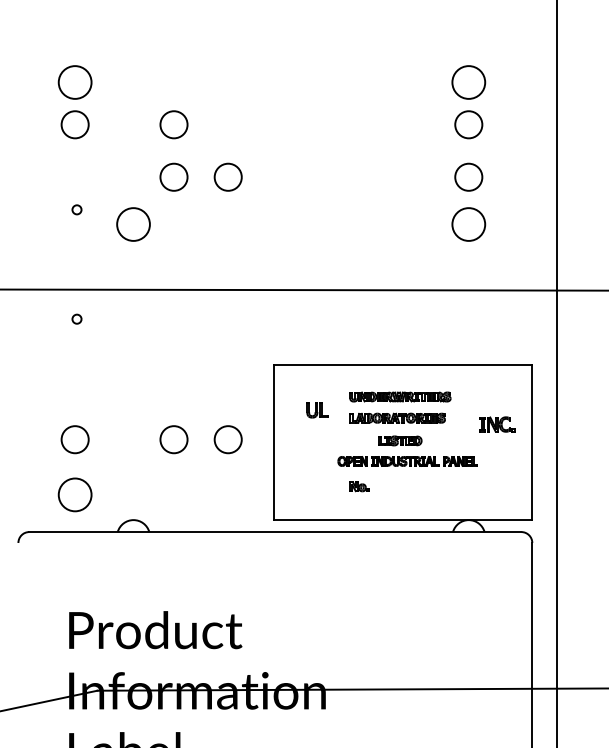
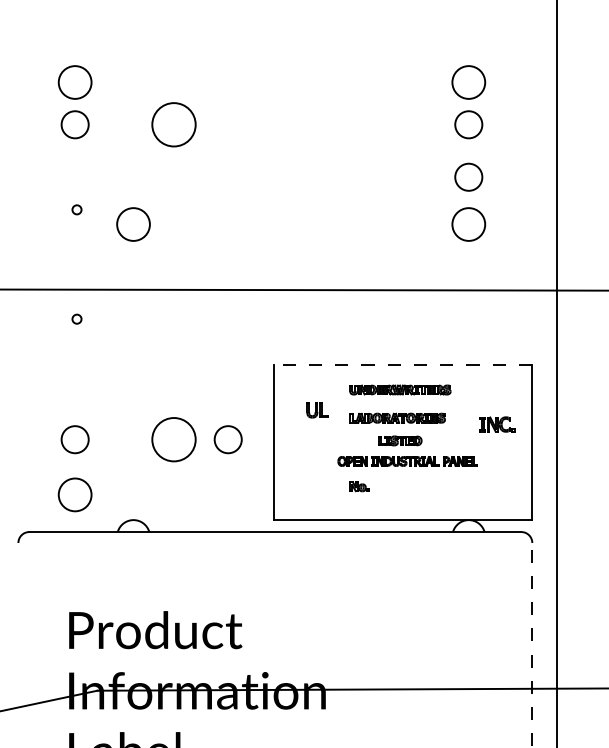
circle at (173, 124) diameter: 27 px -> 43 px
circle at (173, 176): present -> none
circle at (227, 176): present -> none
line at (402, 365): solid -> dashed
part at (400, 396) position: (400, 396) -> (400, 389)
circle at (173, 439) diameter: 27 px -> 43 px
line at (532, 644): solid -> dashed
